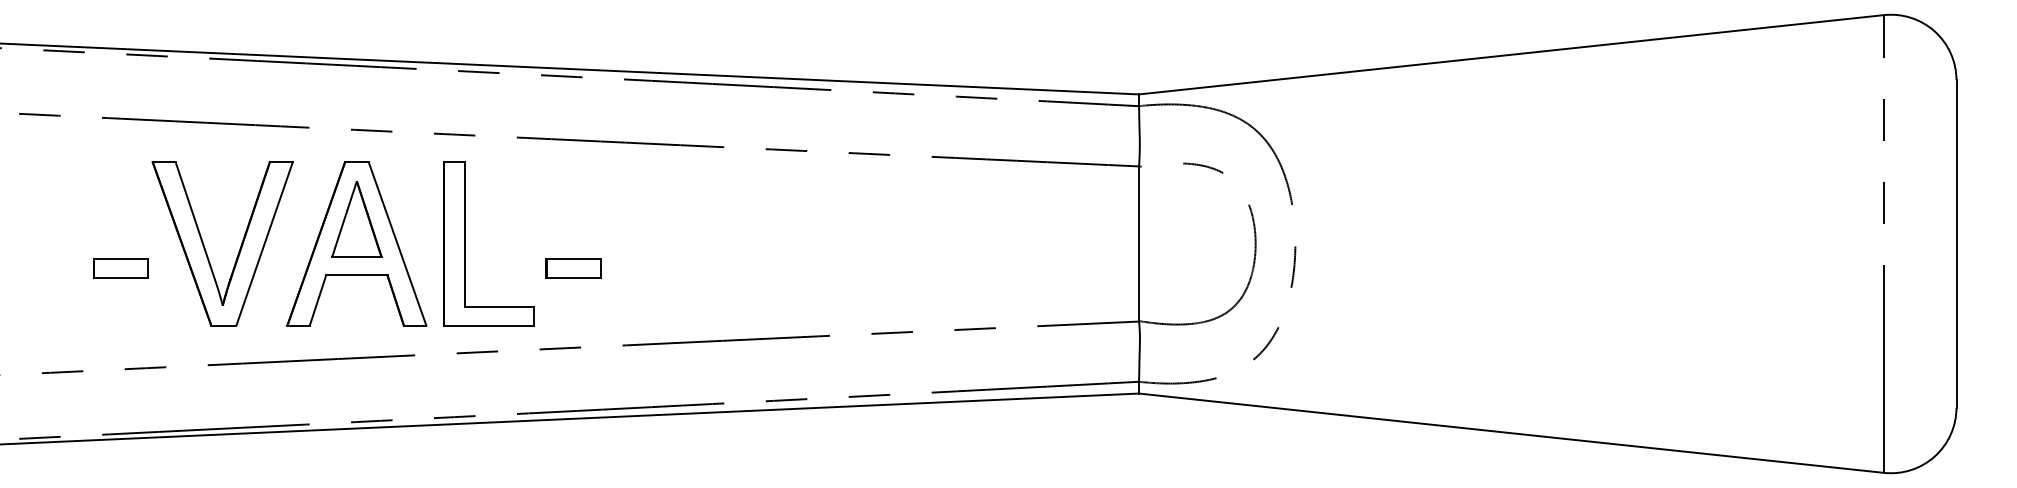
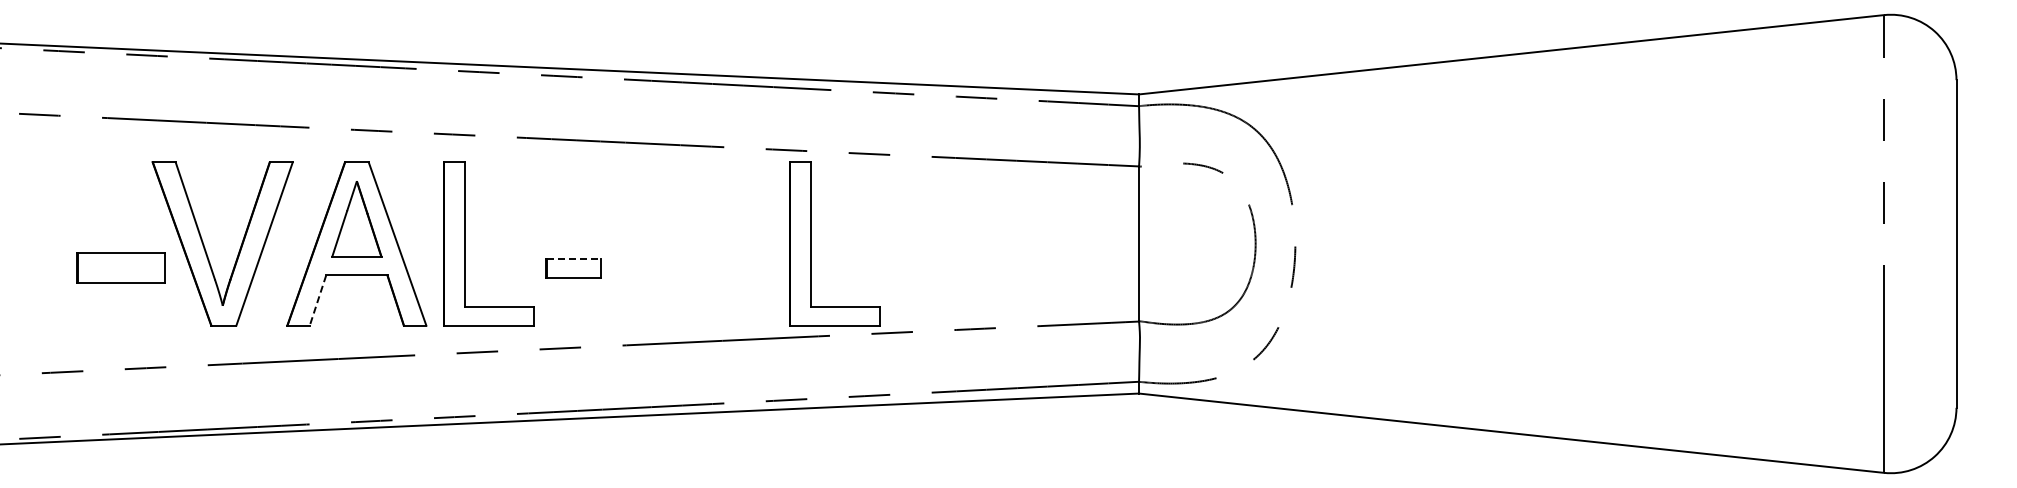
part at (811, 243): none -> present
line at (574, 258): solid -> dashed
part at (120, 268) size: 56x21 px -> 90x32 px
line at (317, 301): solid -> dashed
